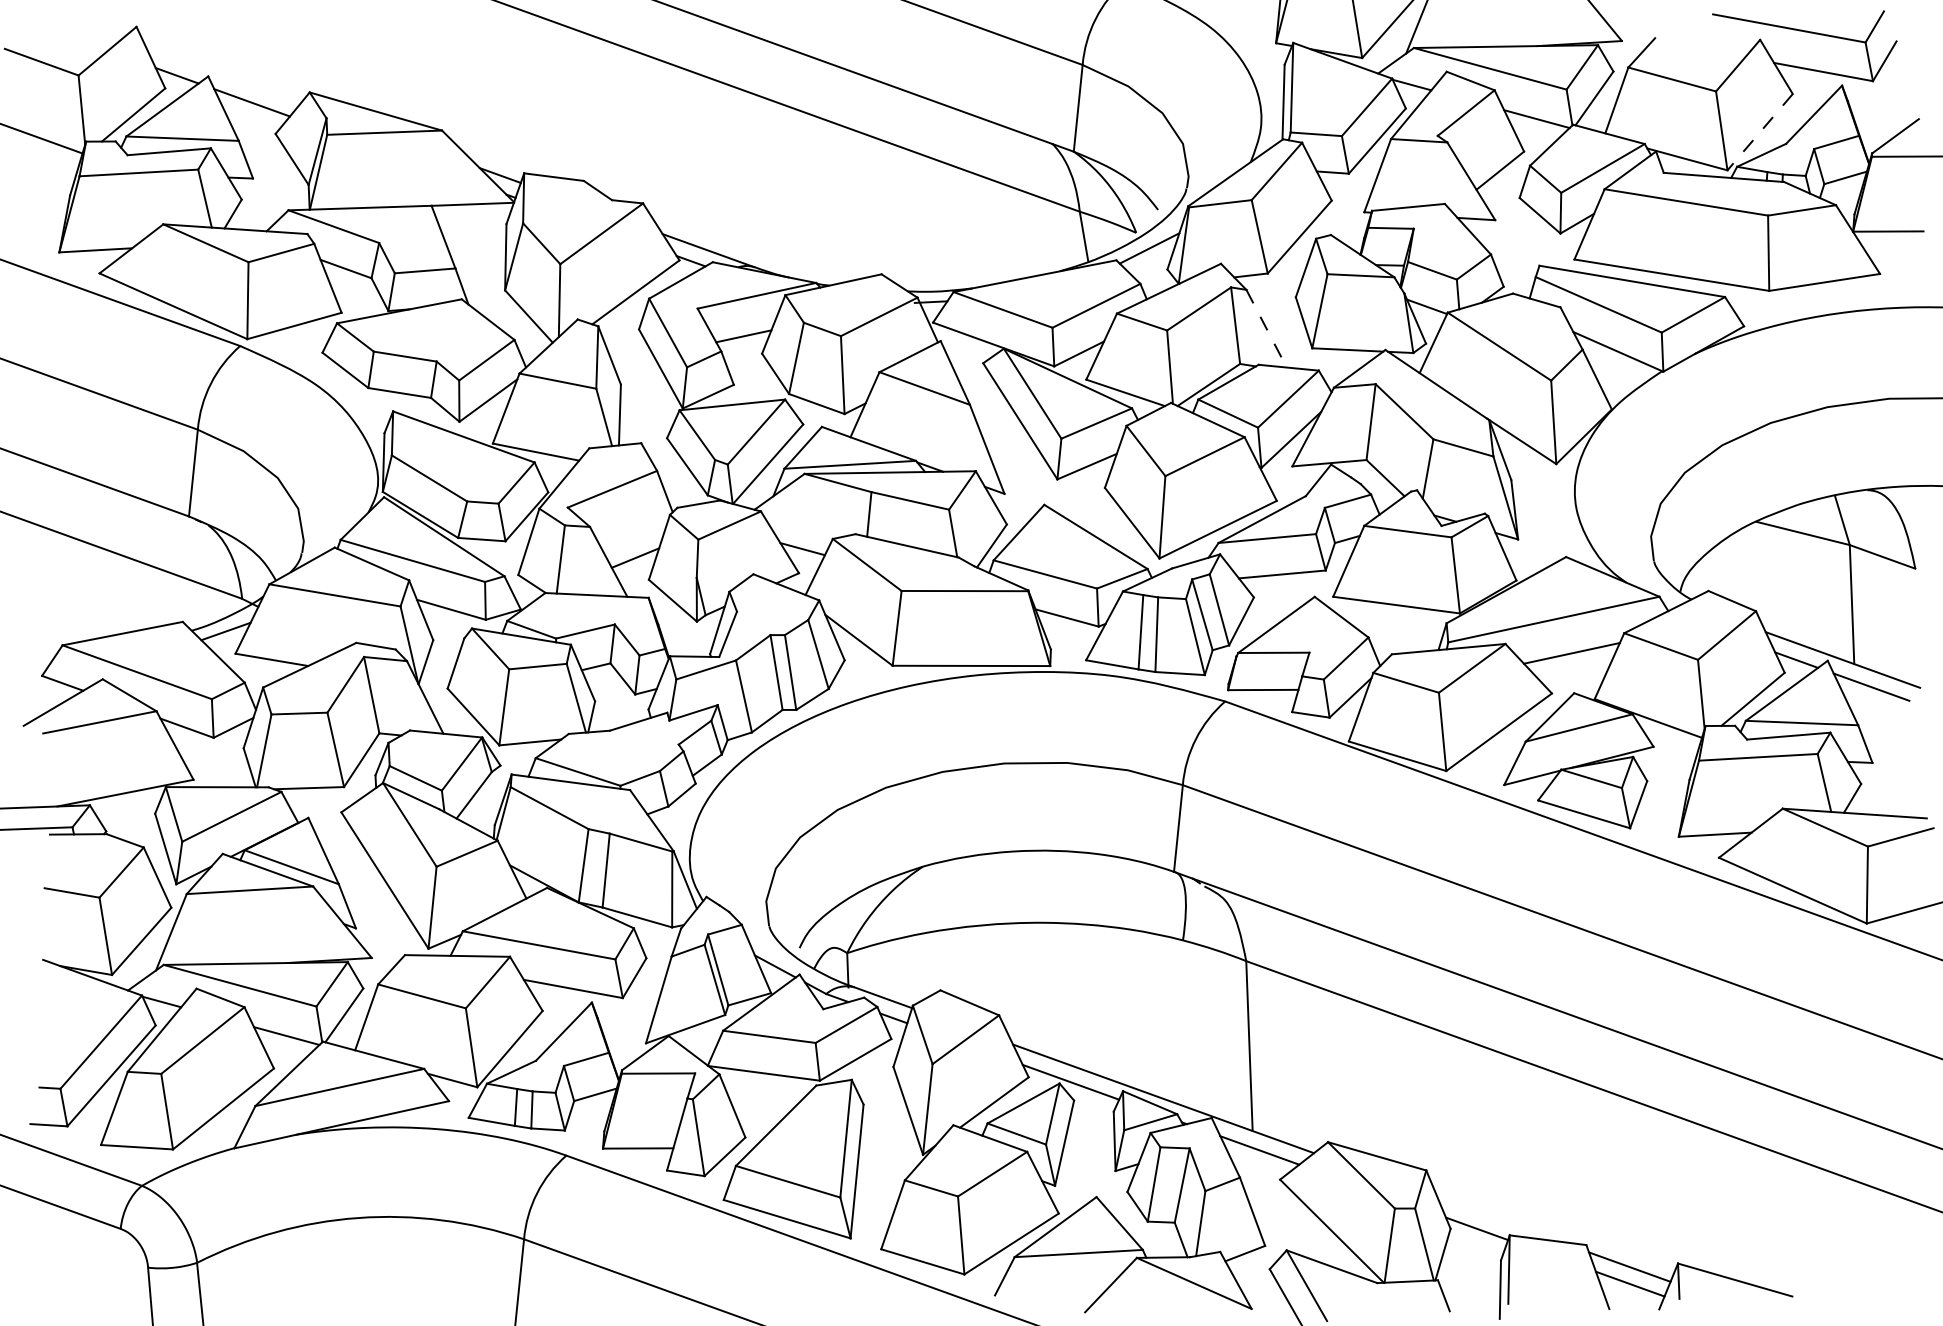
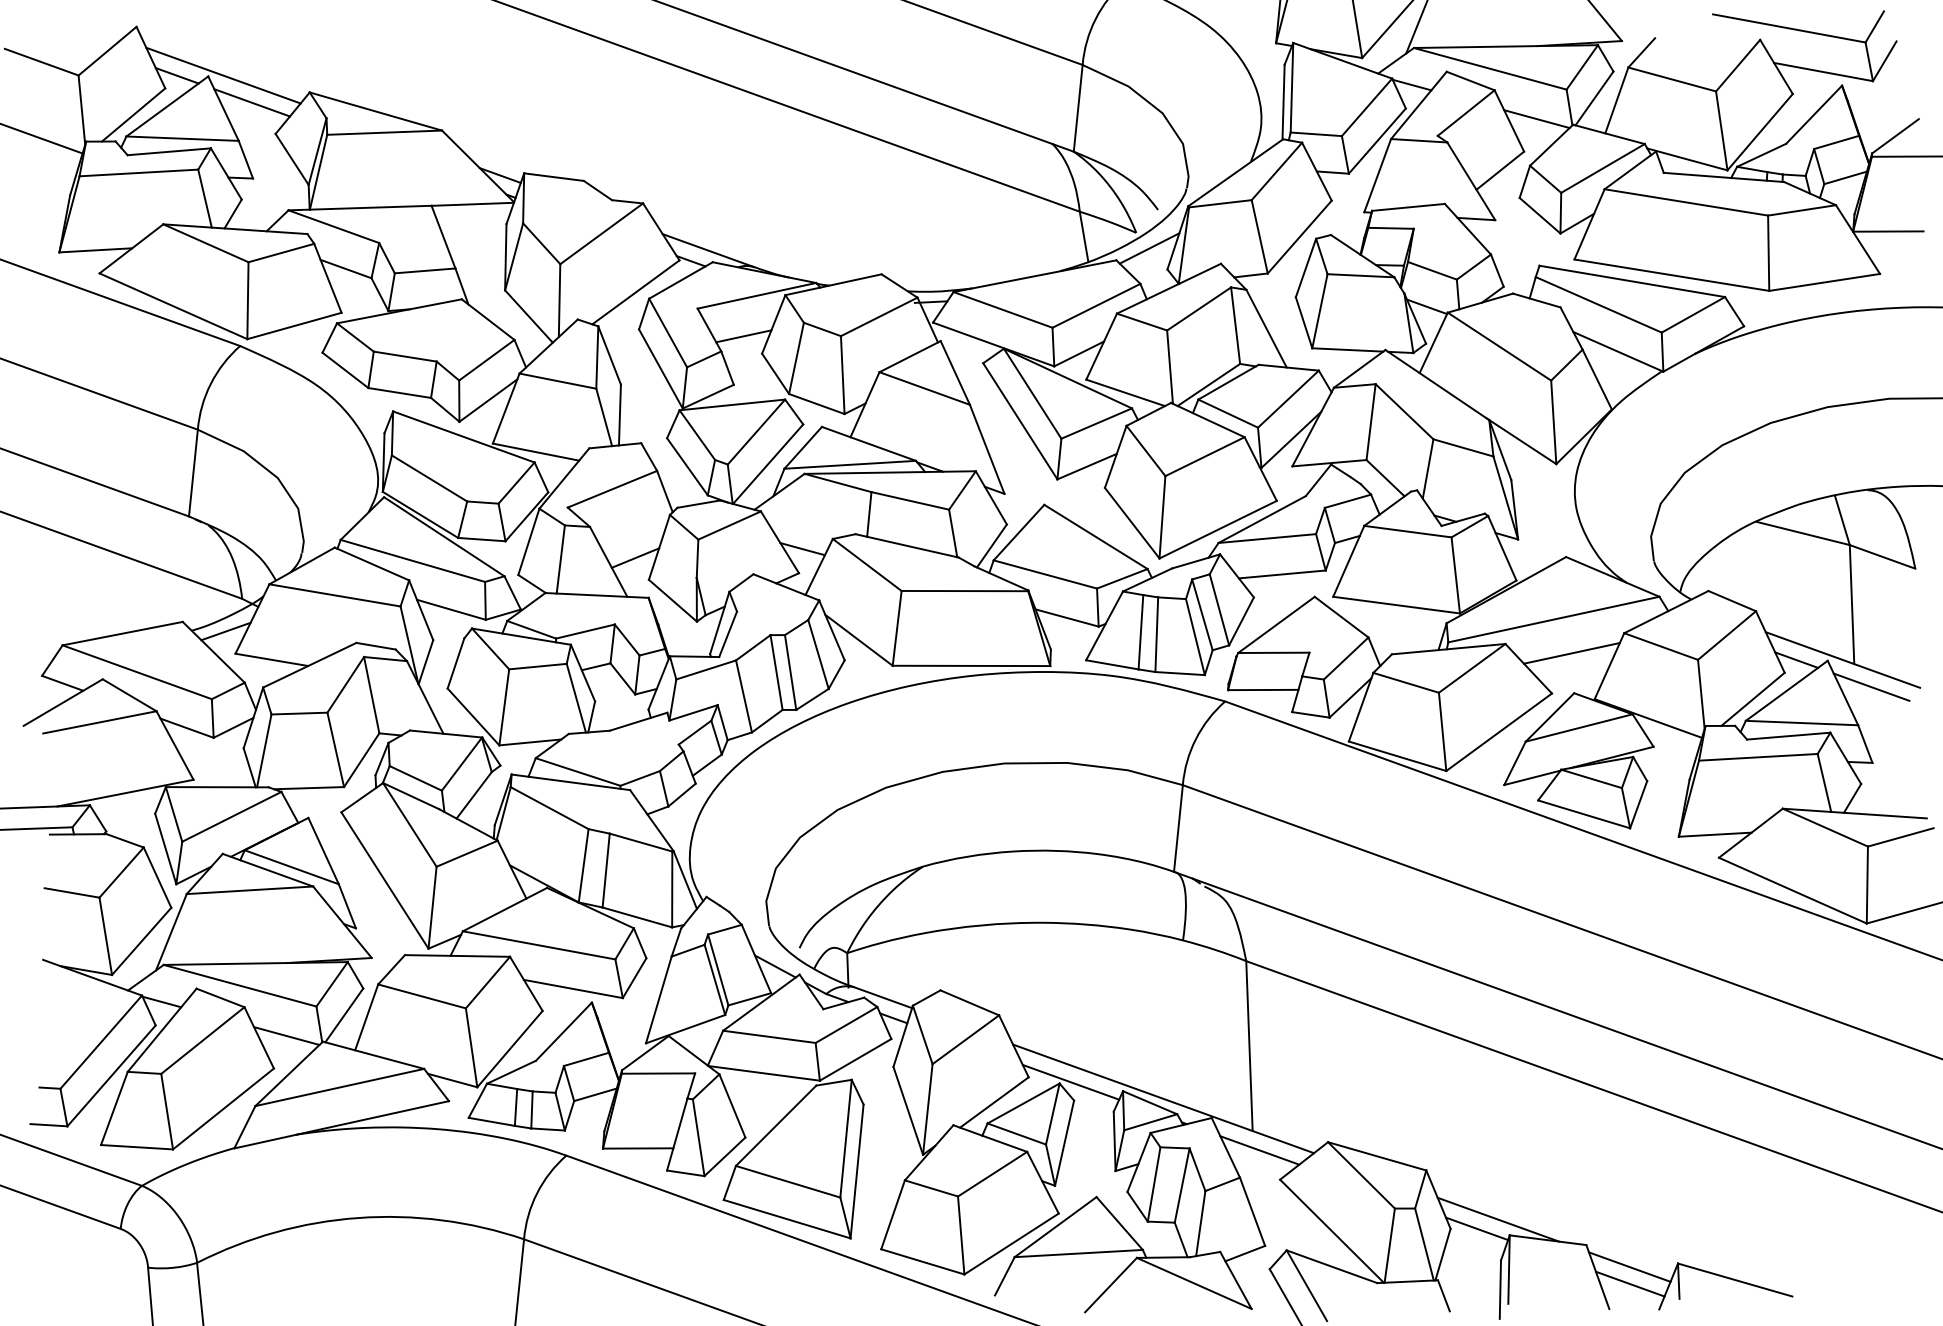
line at (223, 75): none -> present
line at (1759, 132): dashed -> solid
line at (1266, 328): dashed -> solid
line at (1498, 1219): none -> present
